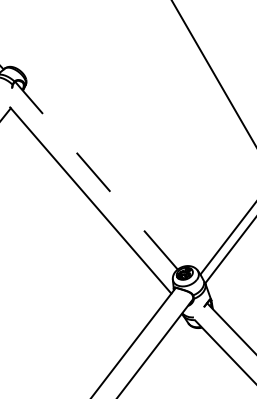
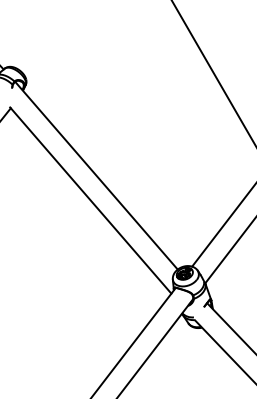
line at (96, 175): dashed -> solid
line at (227, 239) position: (227, 239) -> (222, 226)
